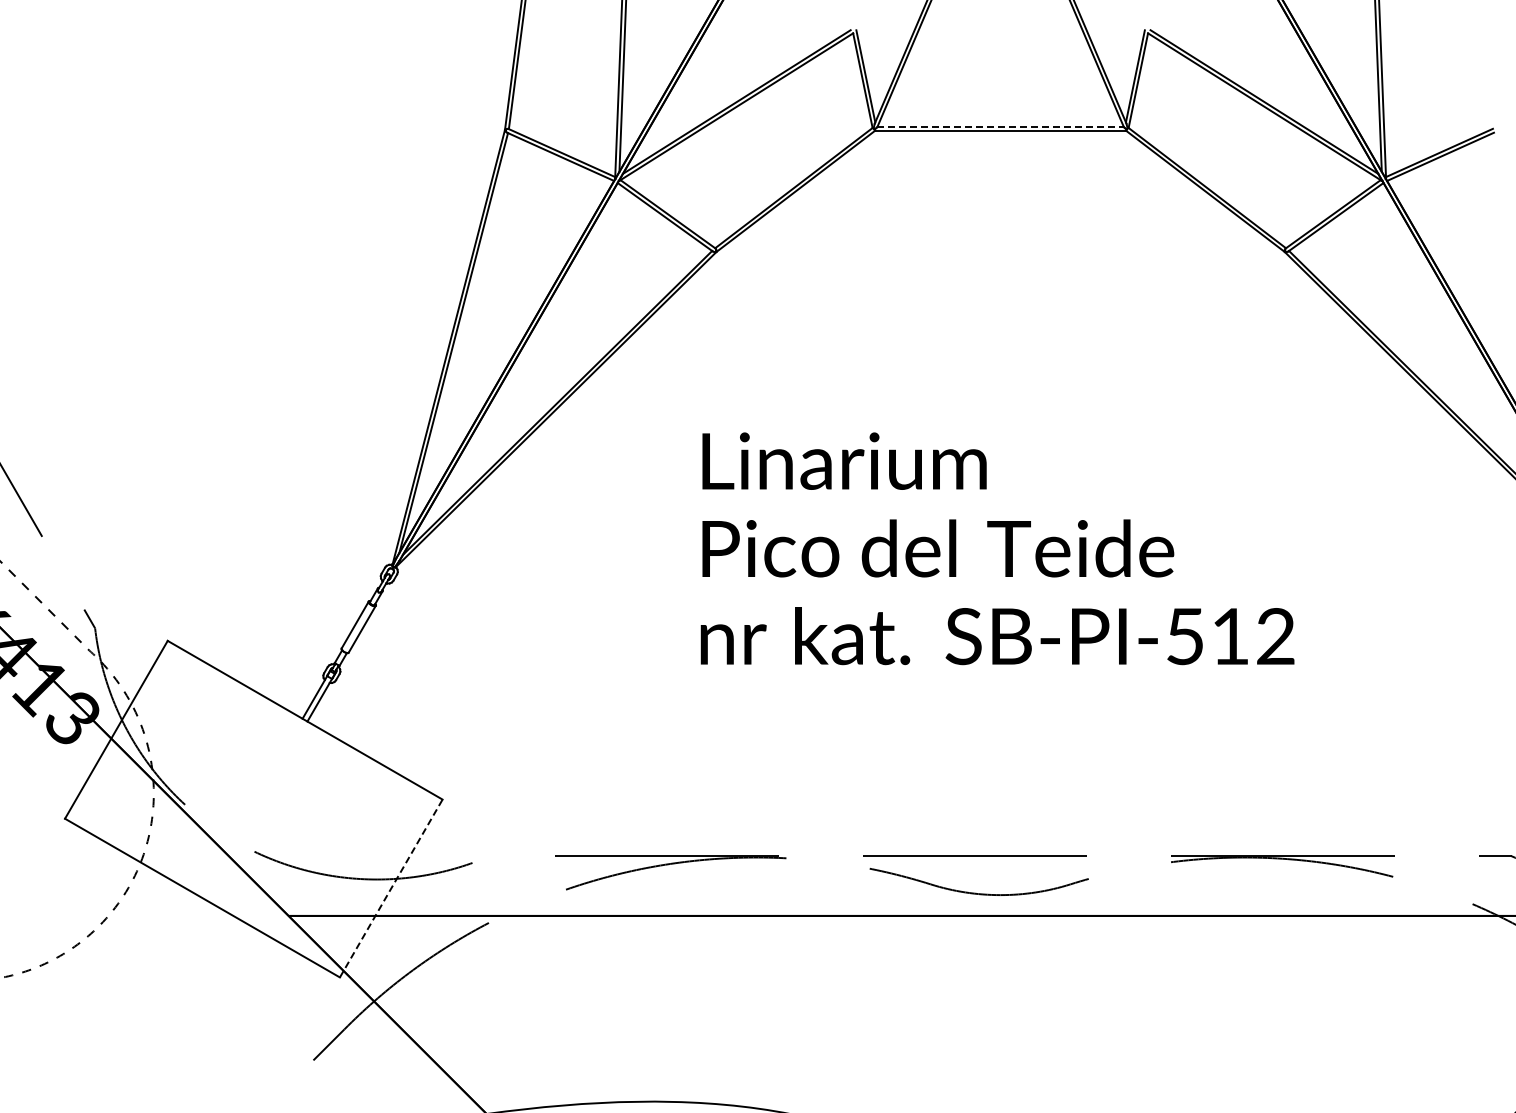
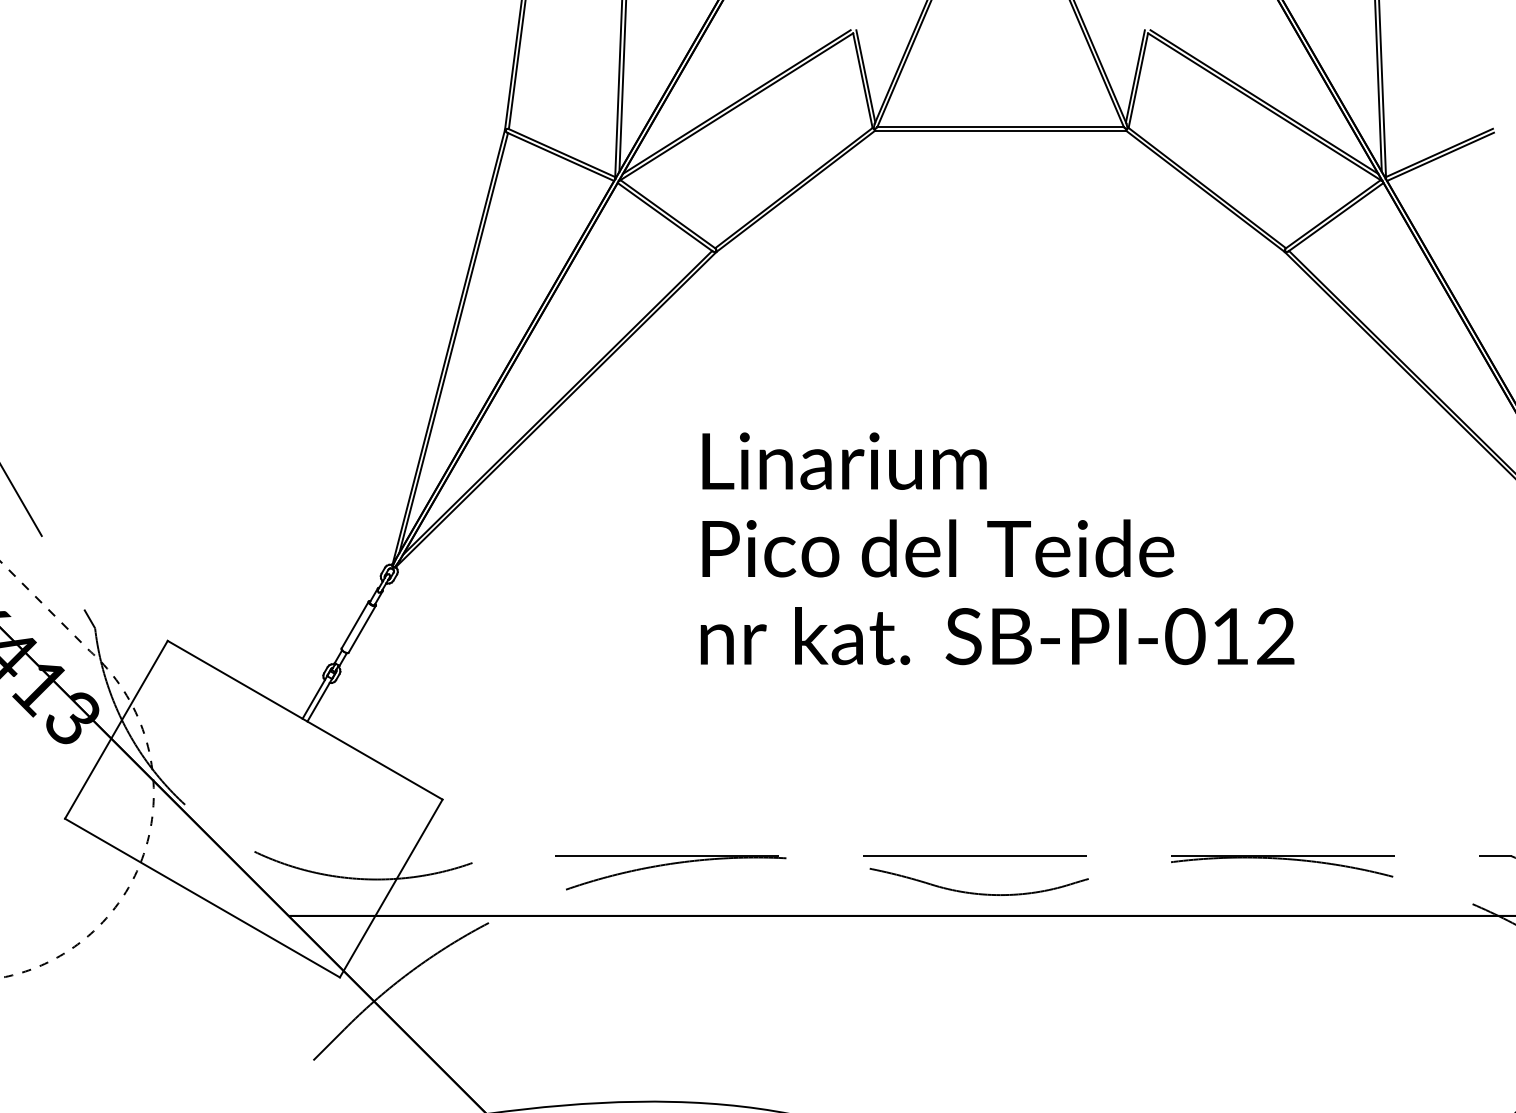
line at (1001, 126): dashed -> solid
text at (1185, 636): SB-PI-512 -> SB-PI-012
line at (391, 888): dashed -> solid
